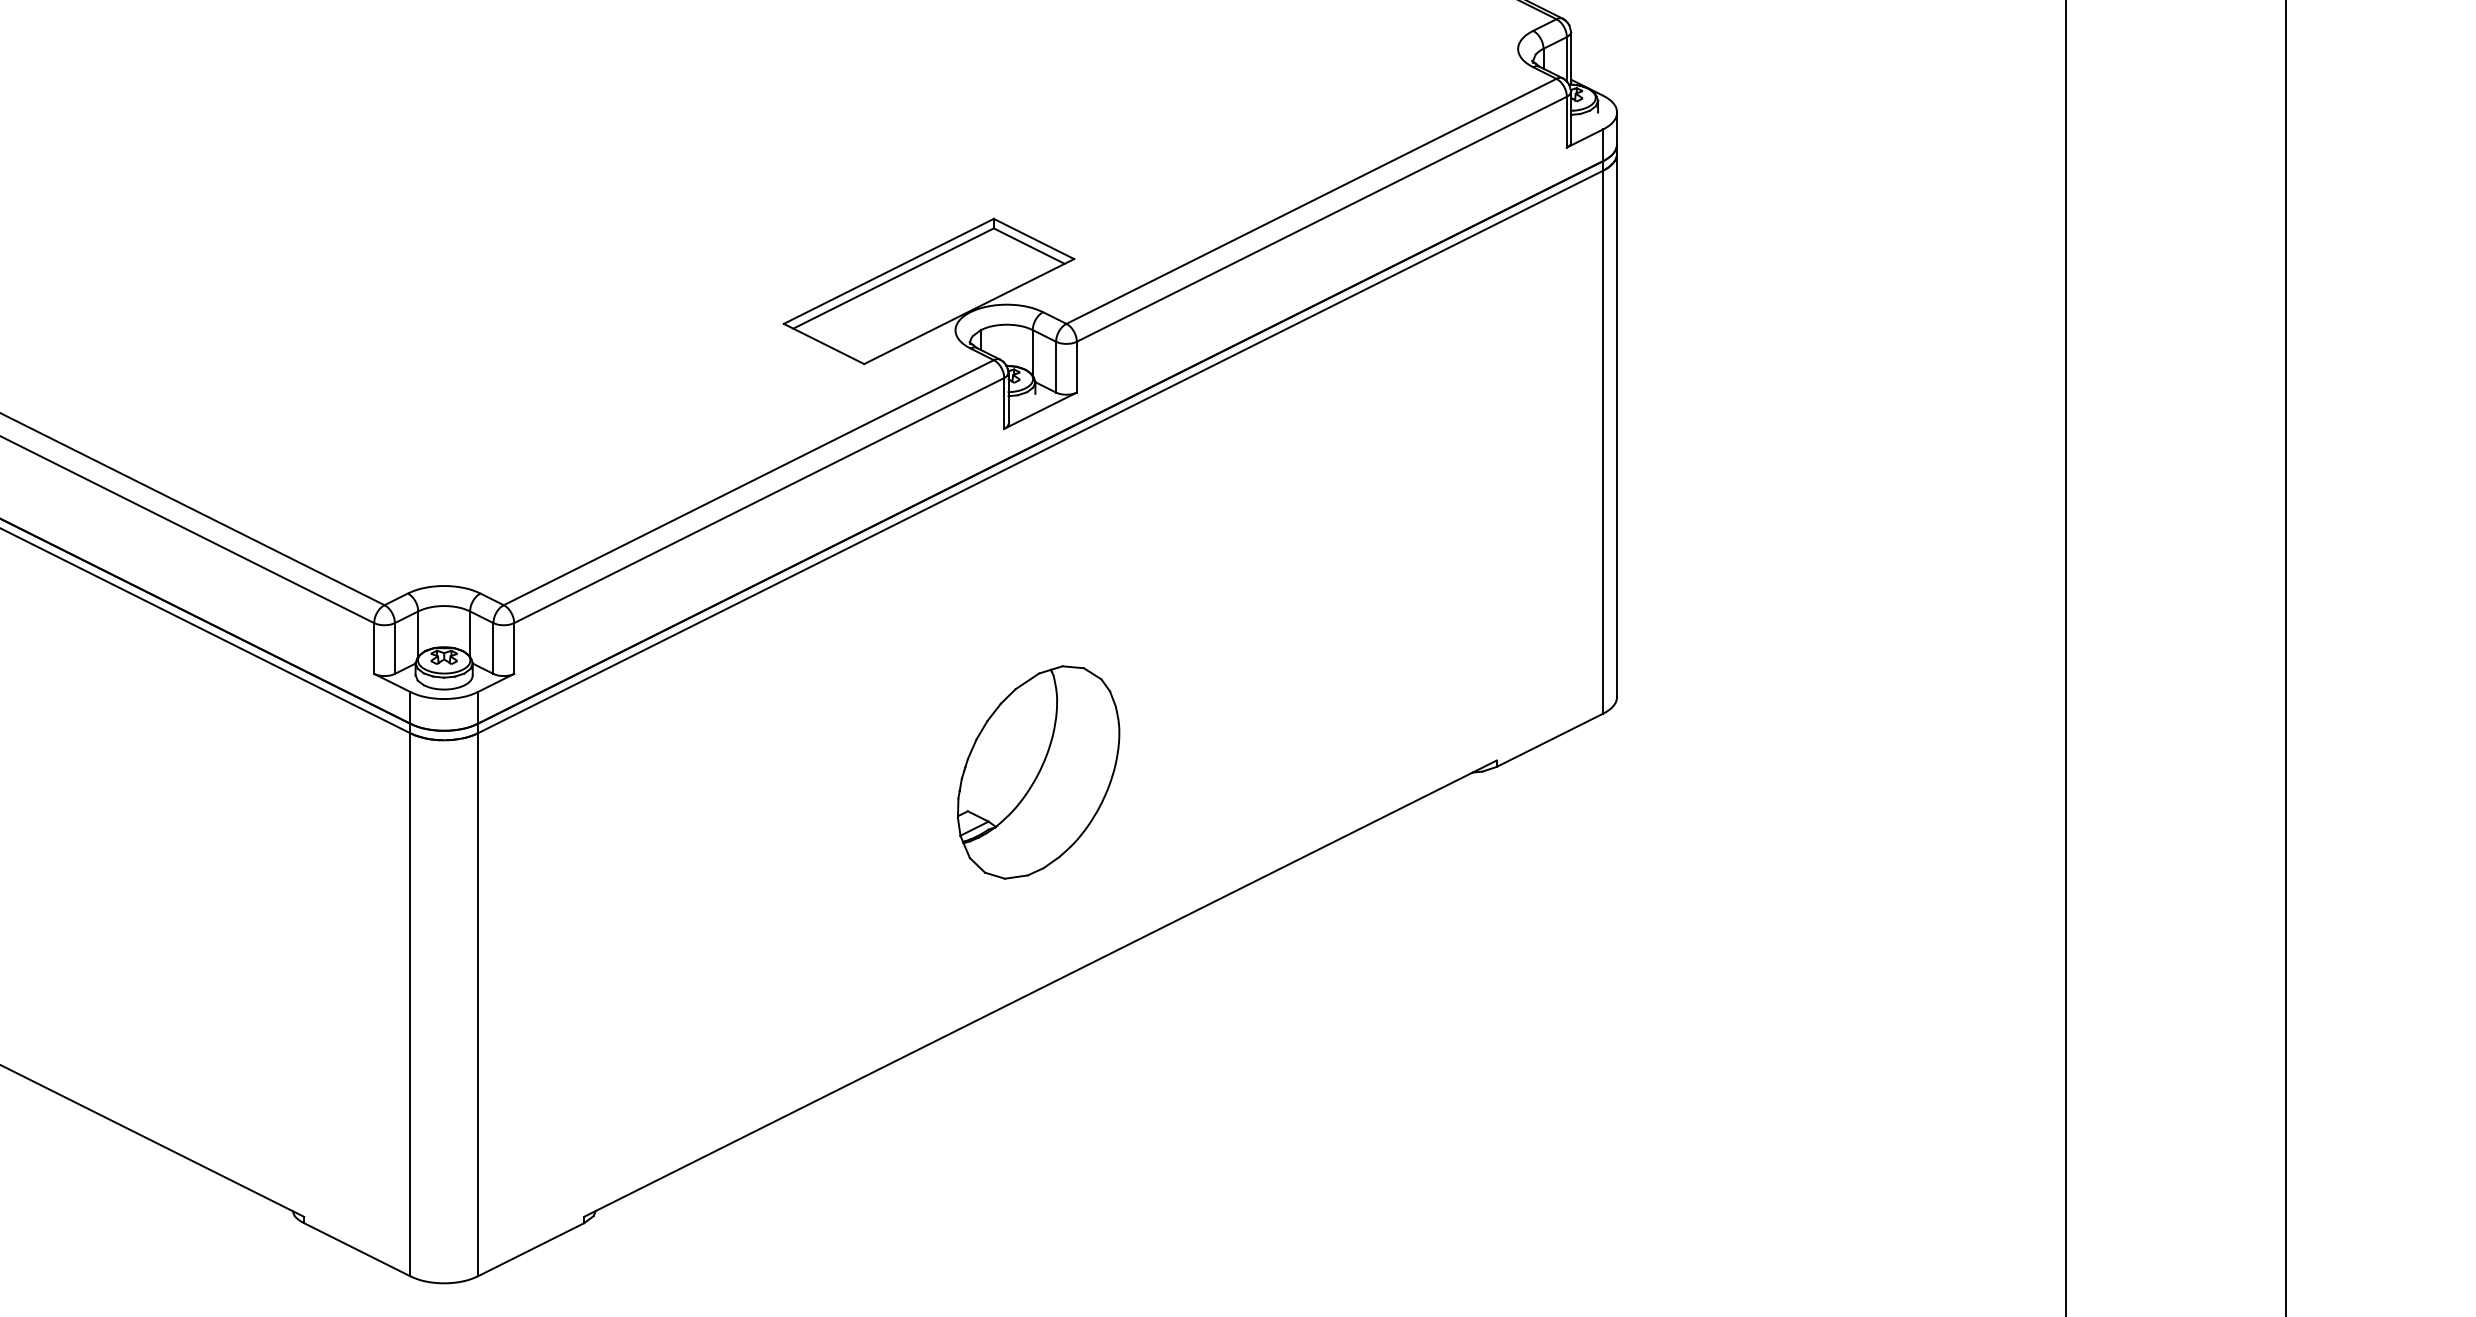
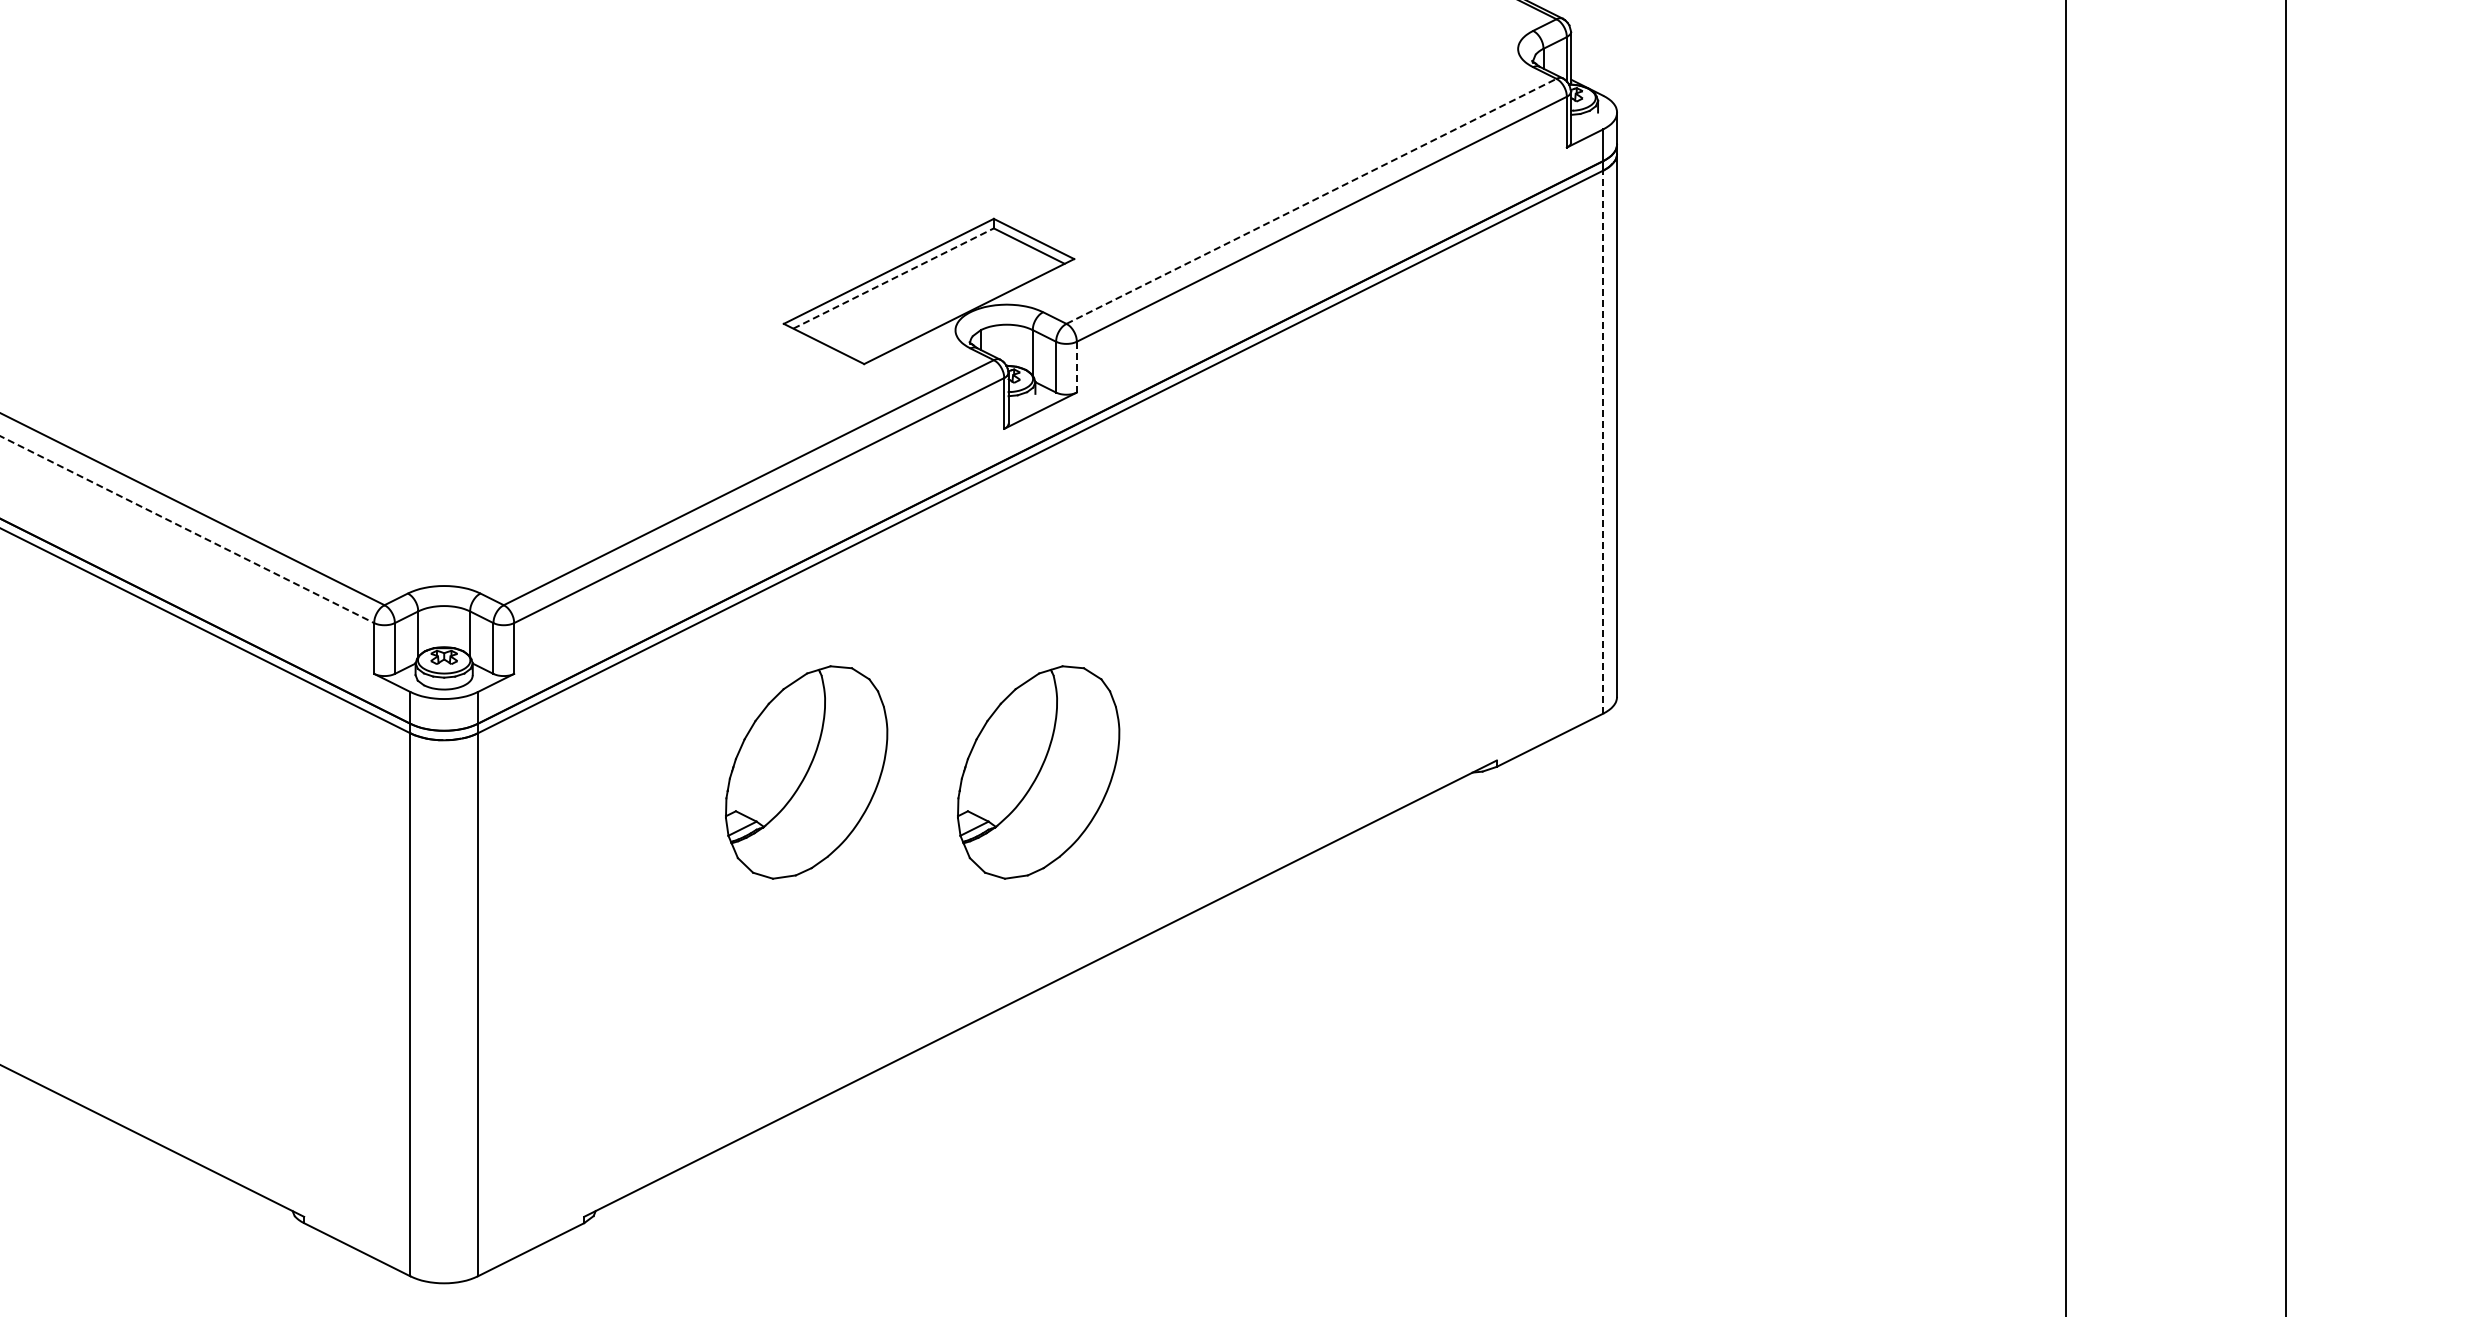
line at (1311, 201): solid -> dashed
line at (894, 278): solid -> dashed
line at (1076, 367): solid -> dashed
line at (1603, 442): solid -> dashed
line at (187, 529): solid -> dashed
part at (806, 772): none -> present
